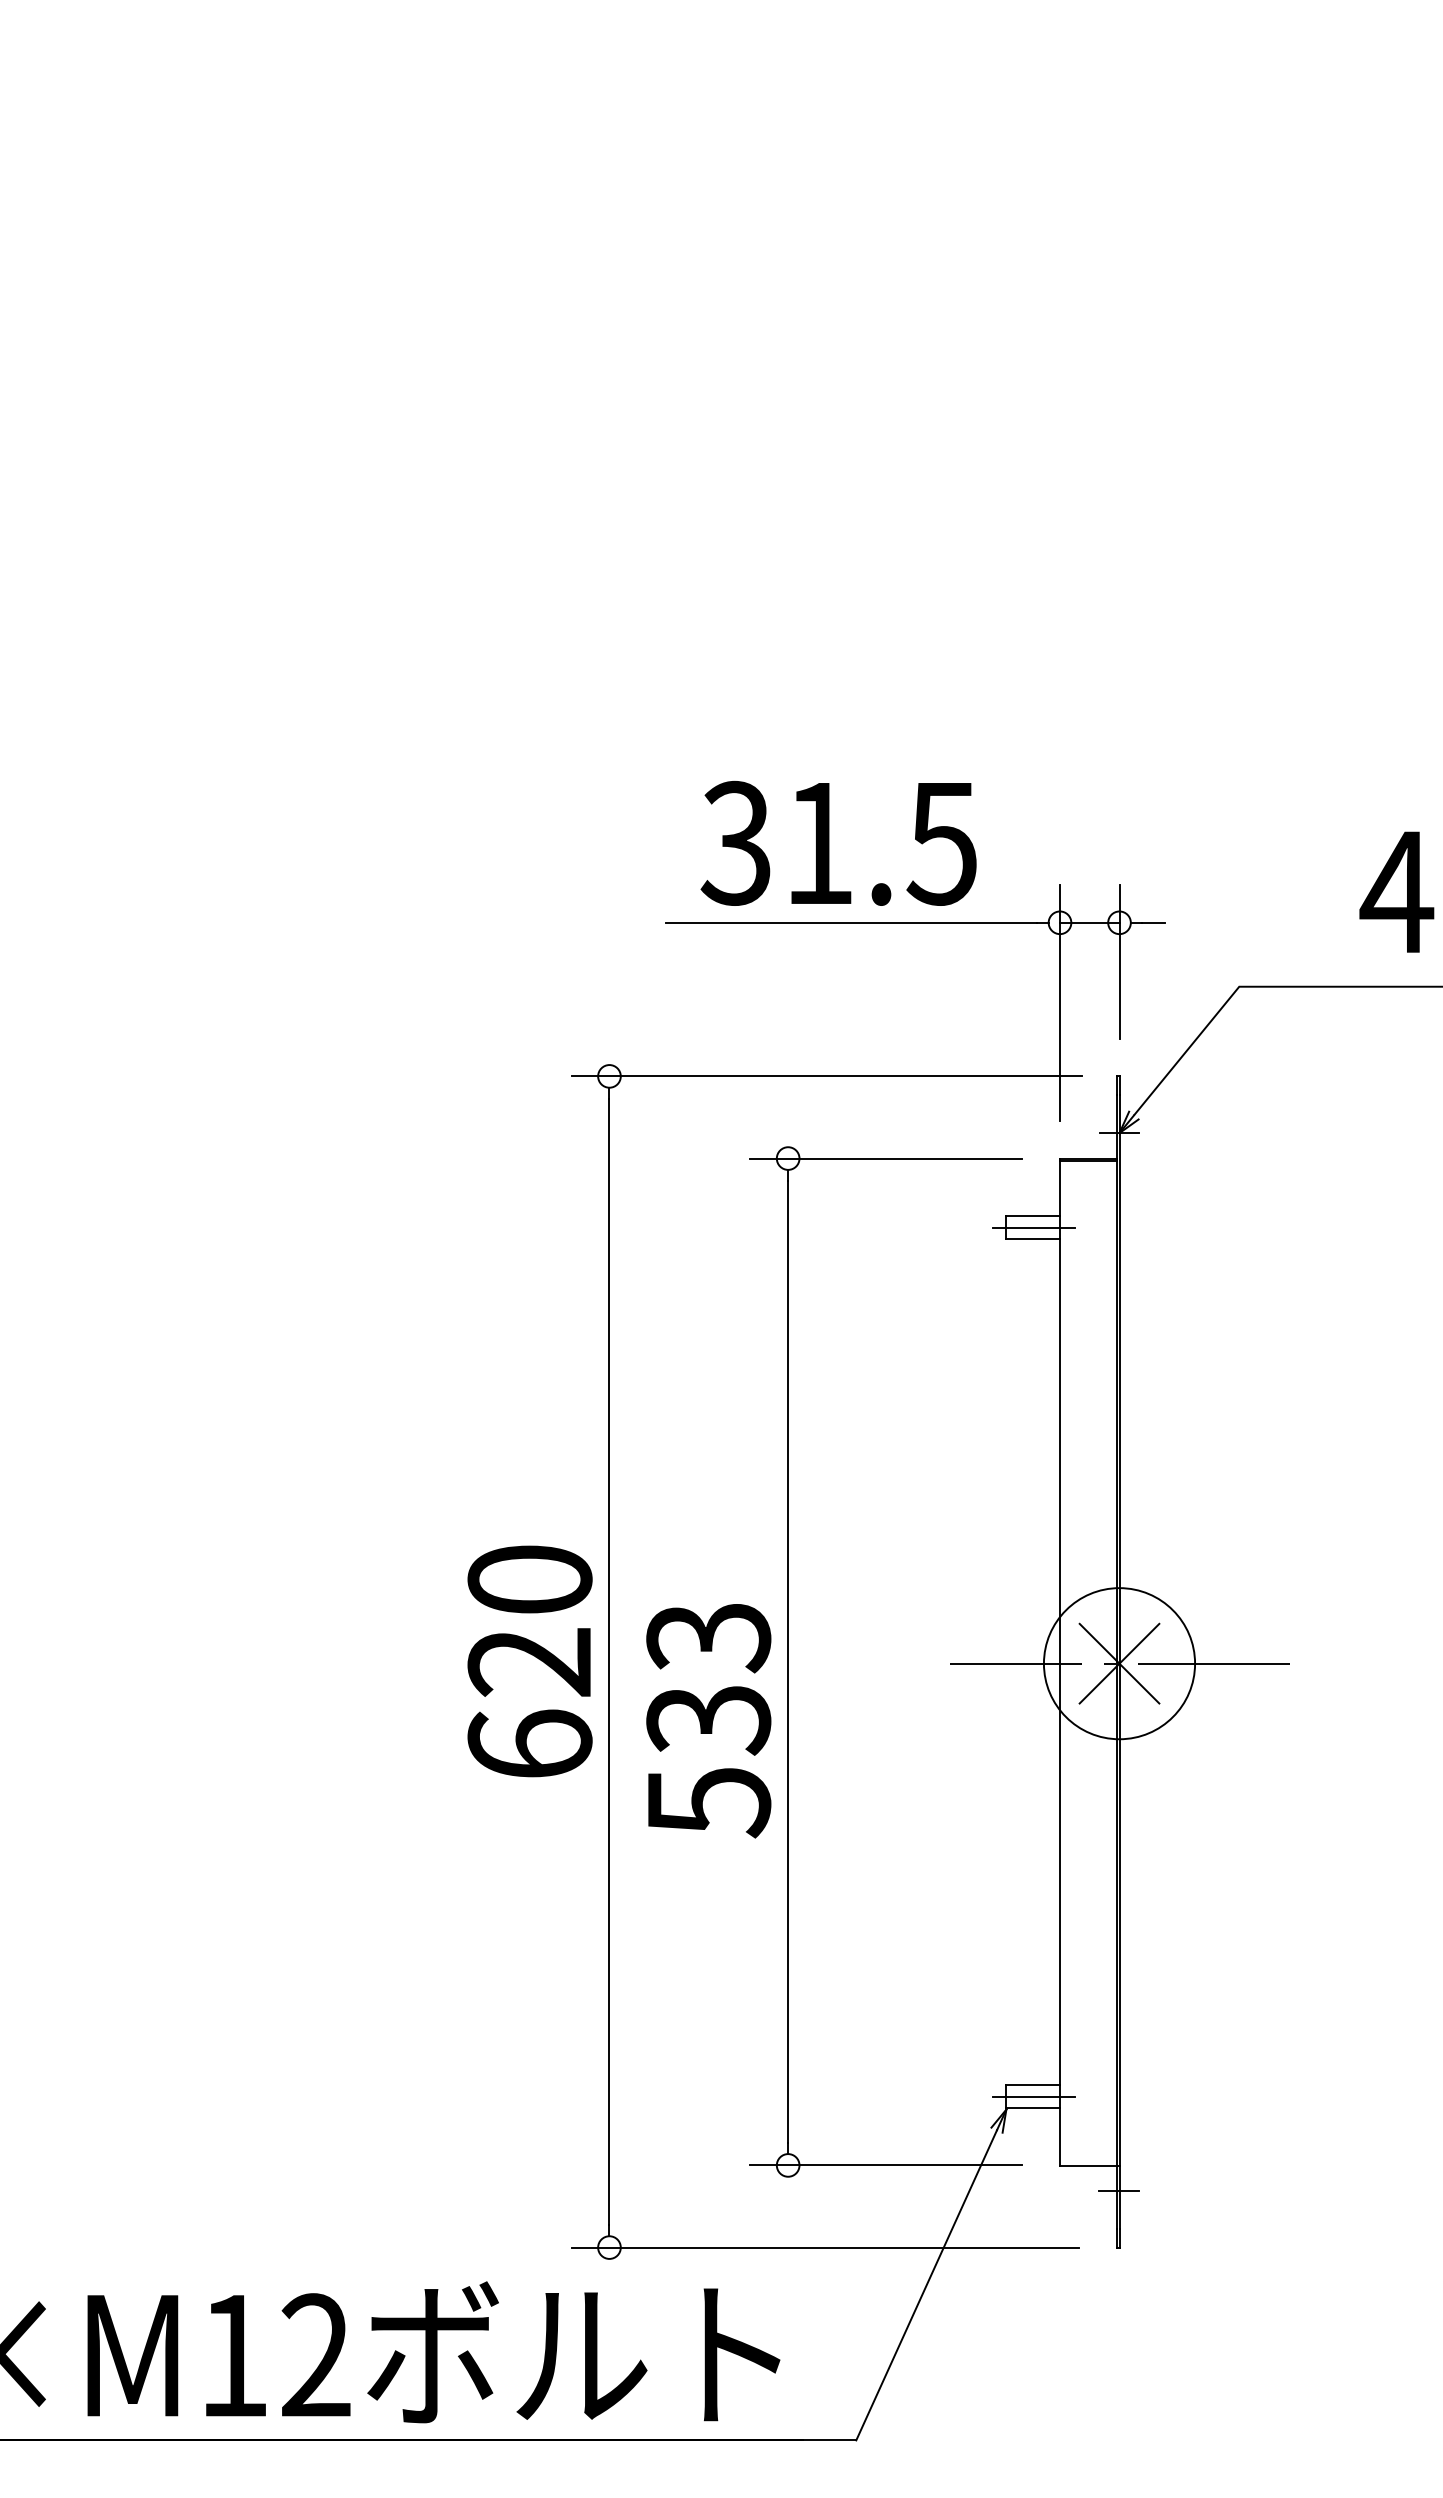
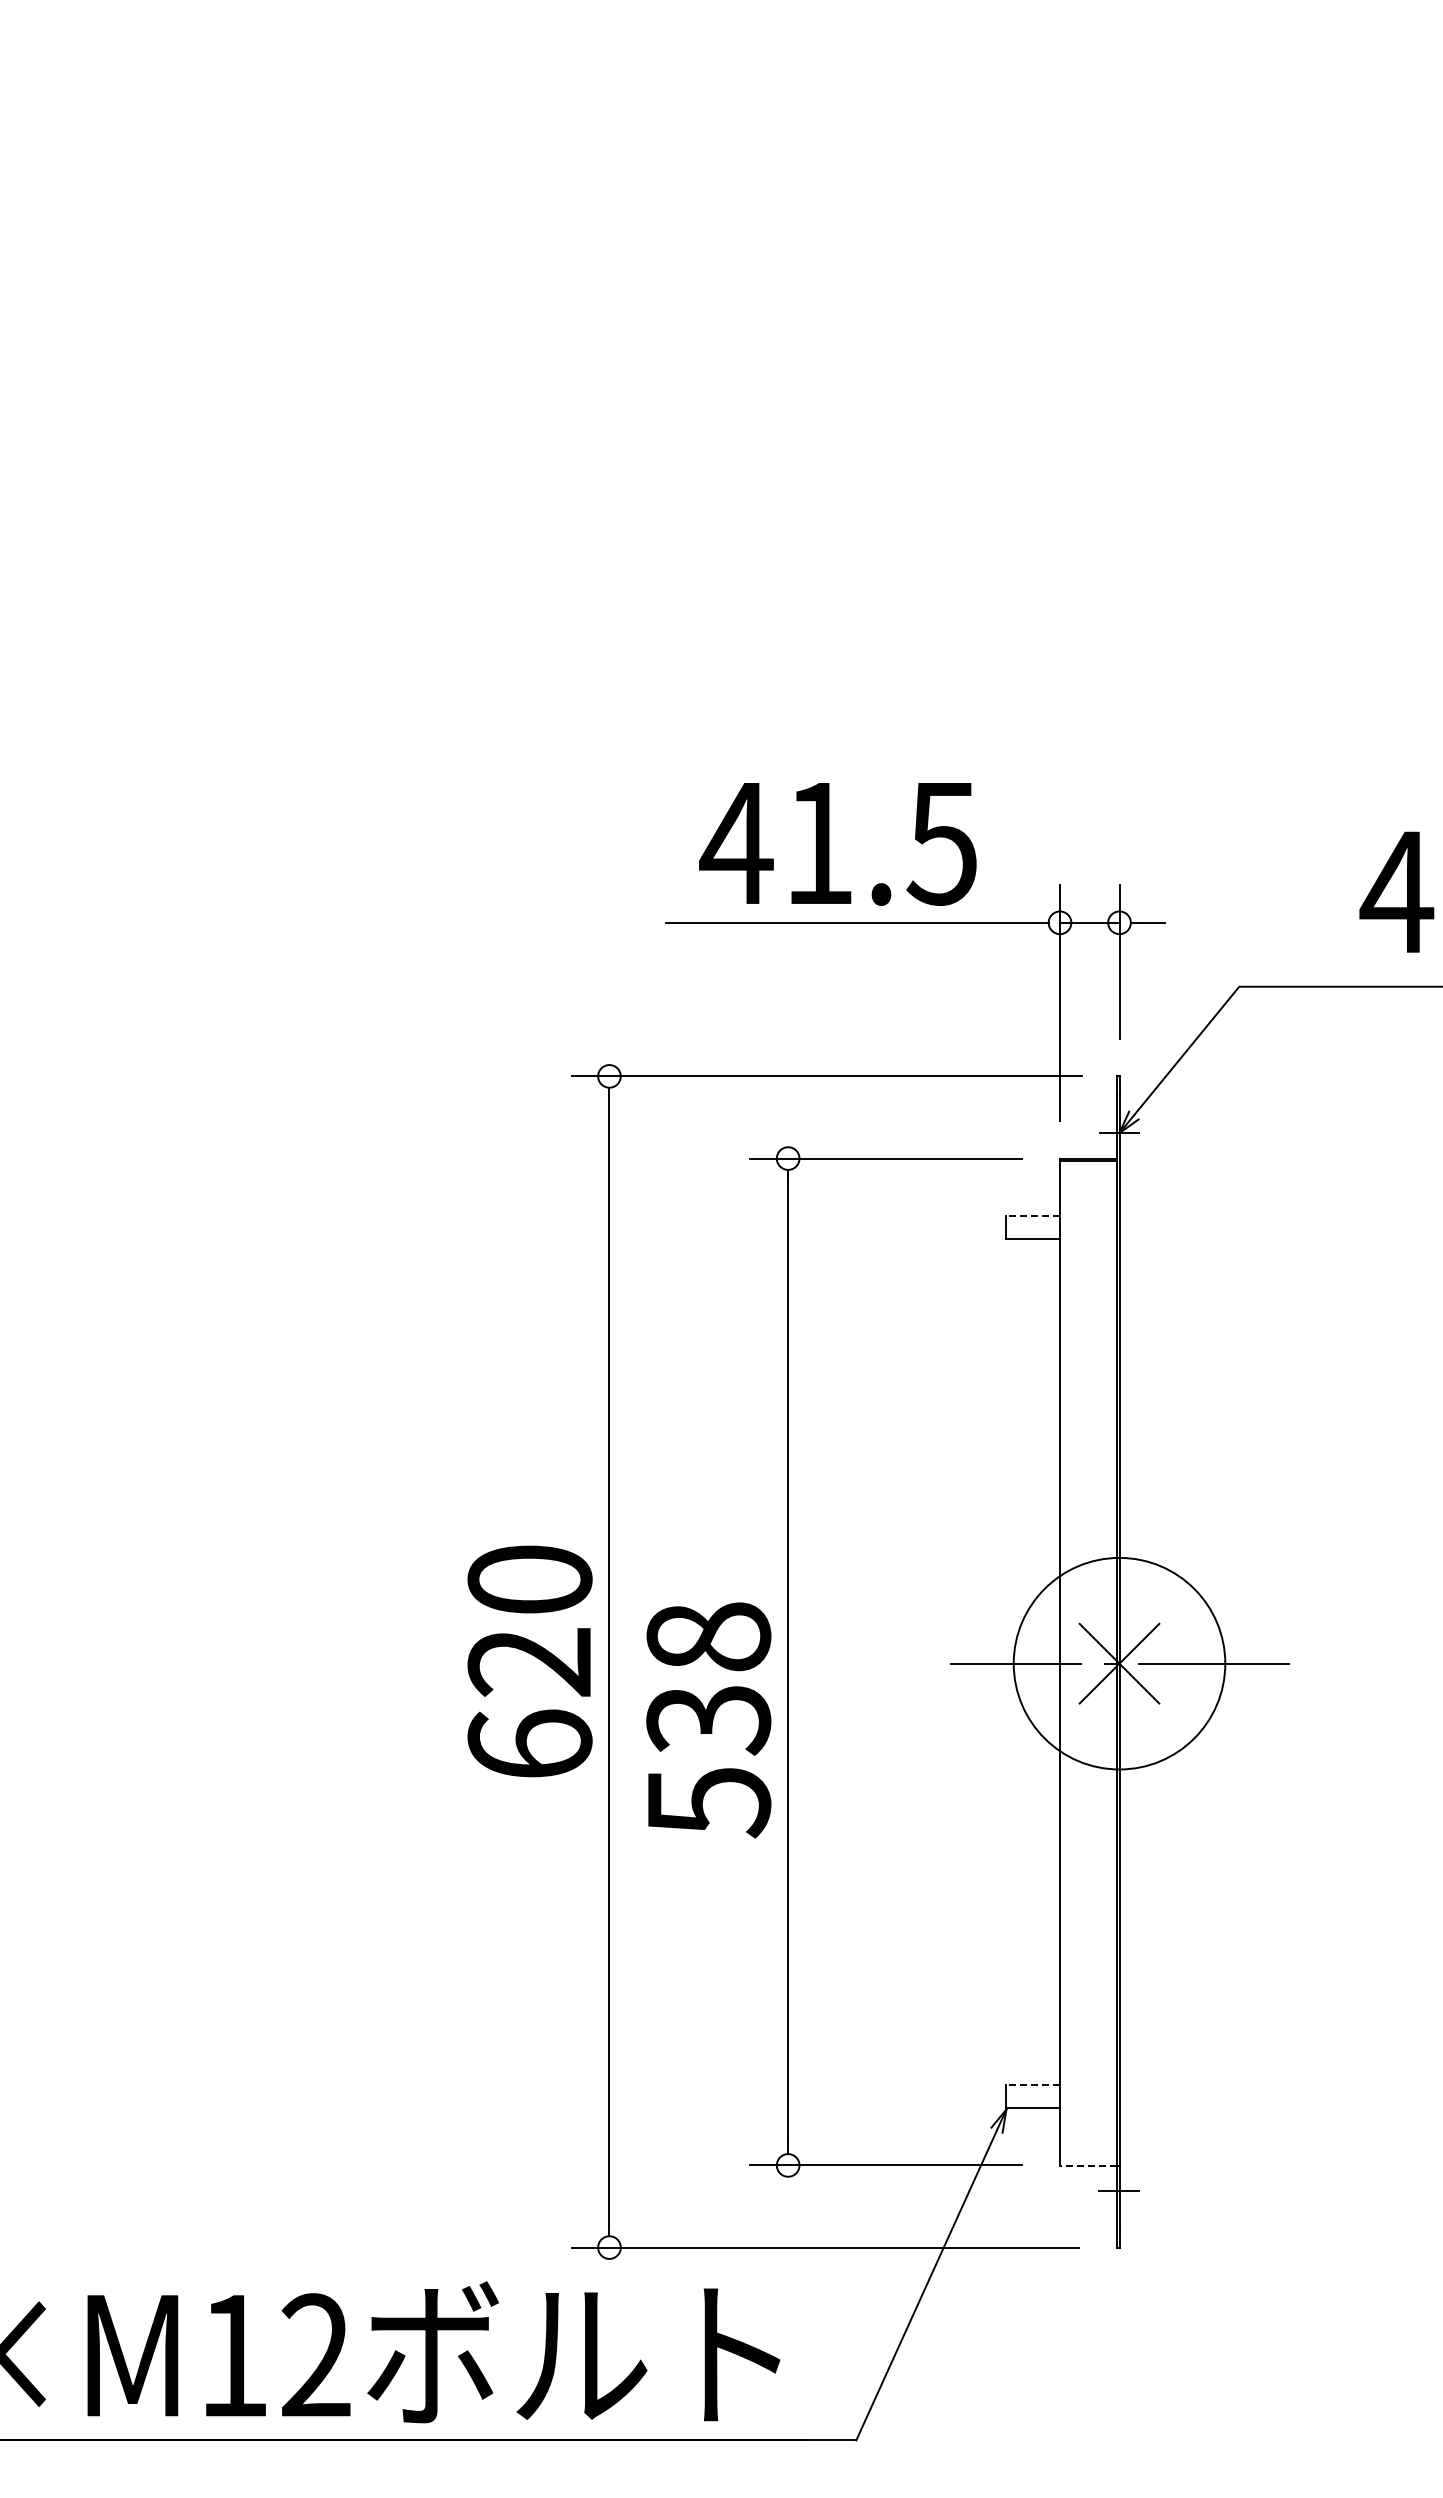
text at (736, 842): 31.5 -> 41.5
line at (1033, 1216): solid -> dashed
line at (1033, 1227): present -> none
text at (708, 1637): 533 -> 538
circle at (1119, 1663) diameter: 151 px -> 212 px
line at (1033, 2085): solid -> dashed
line at (1033, 2096): present -> none
line at (1087, 2165): solid -> dashed
